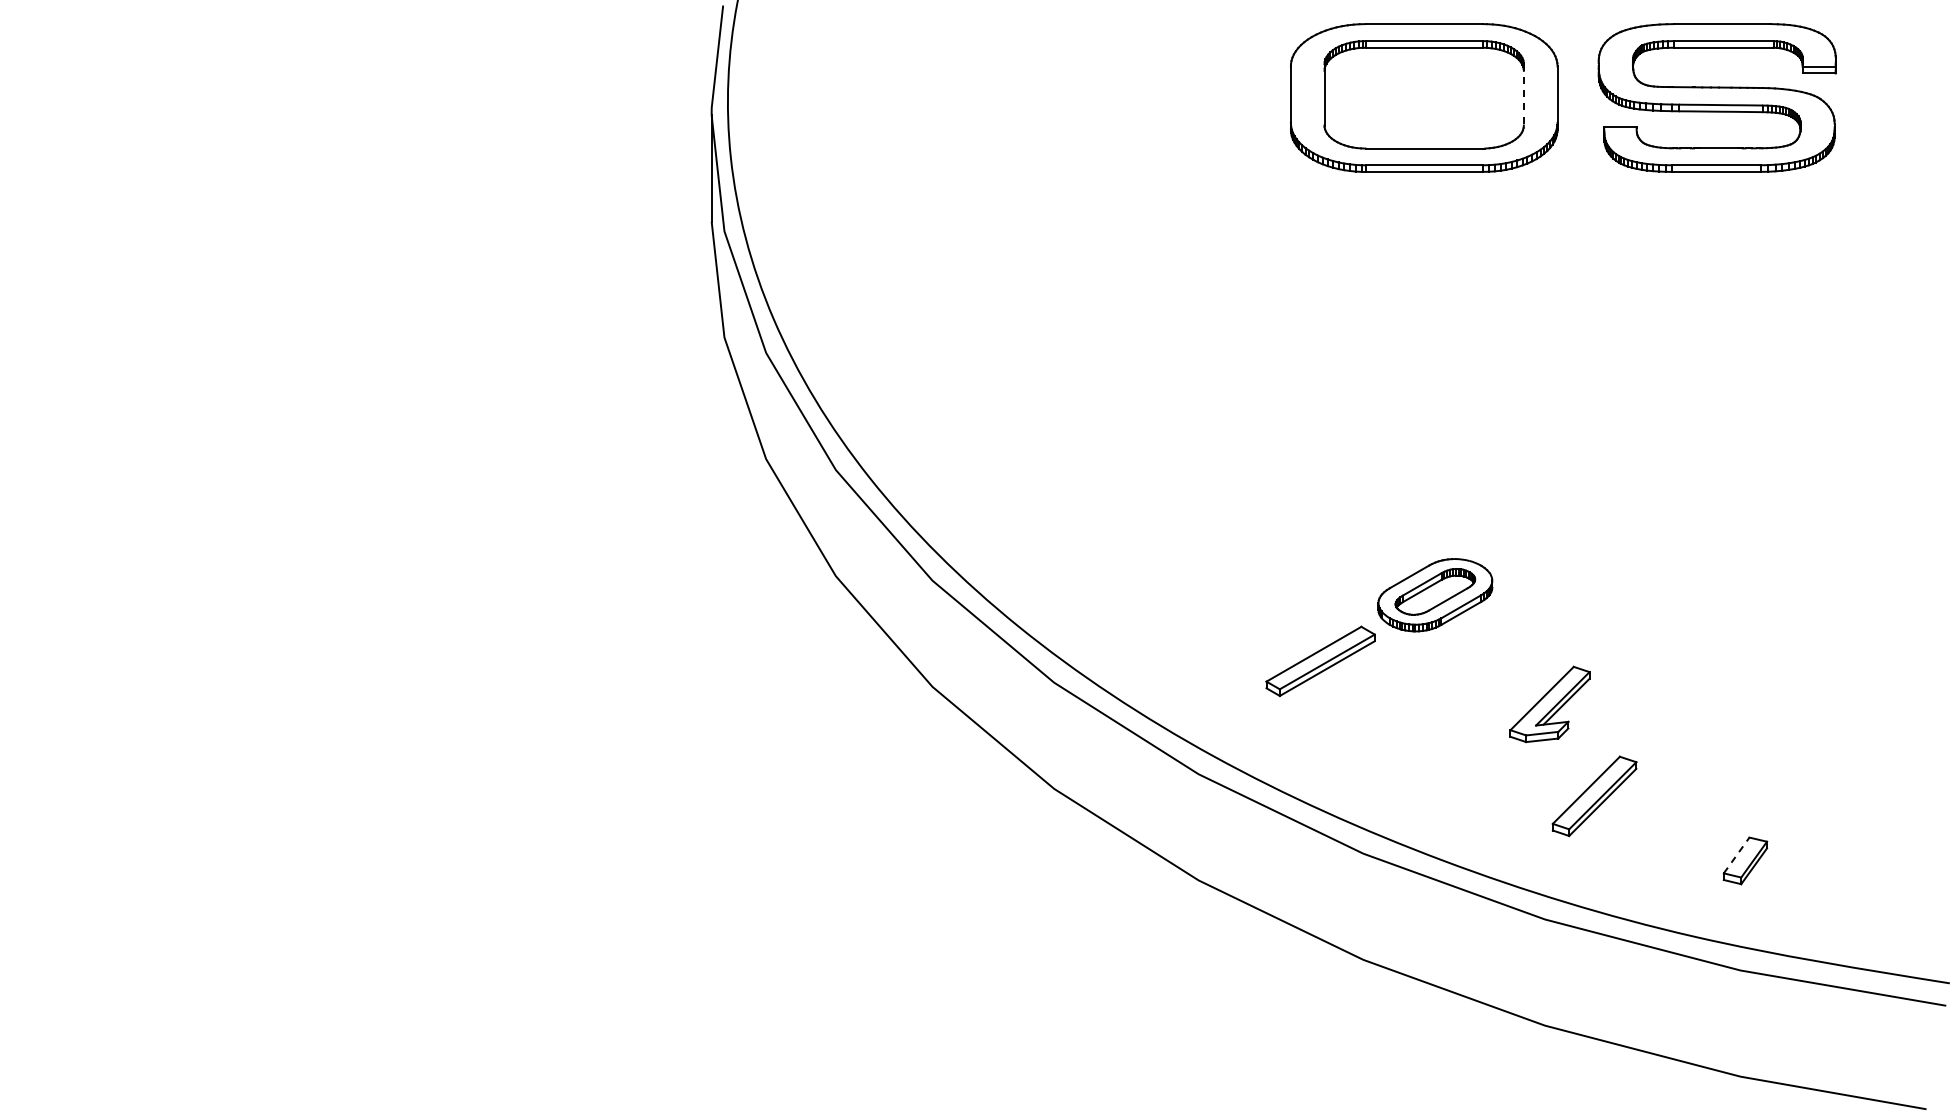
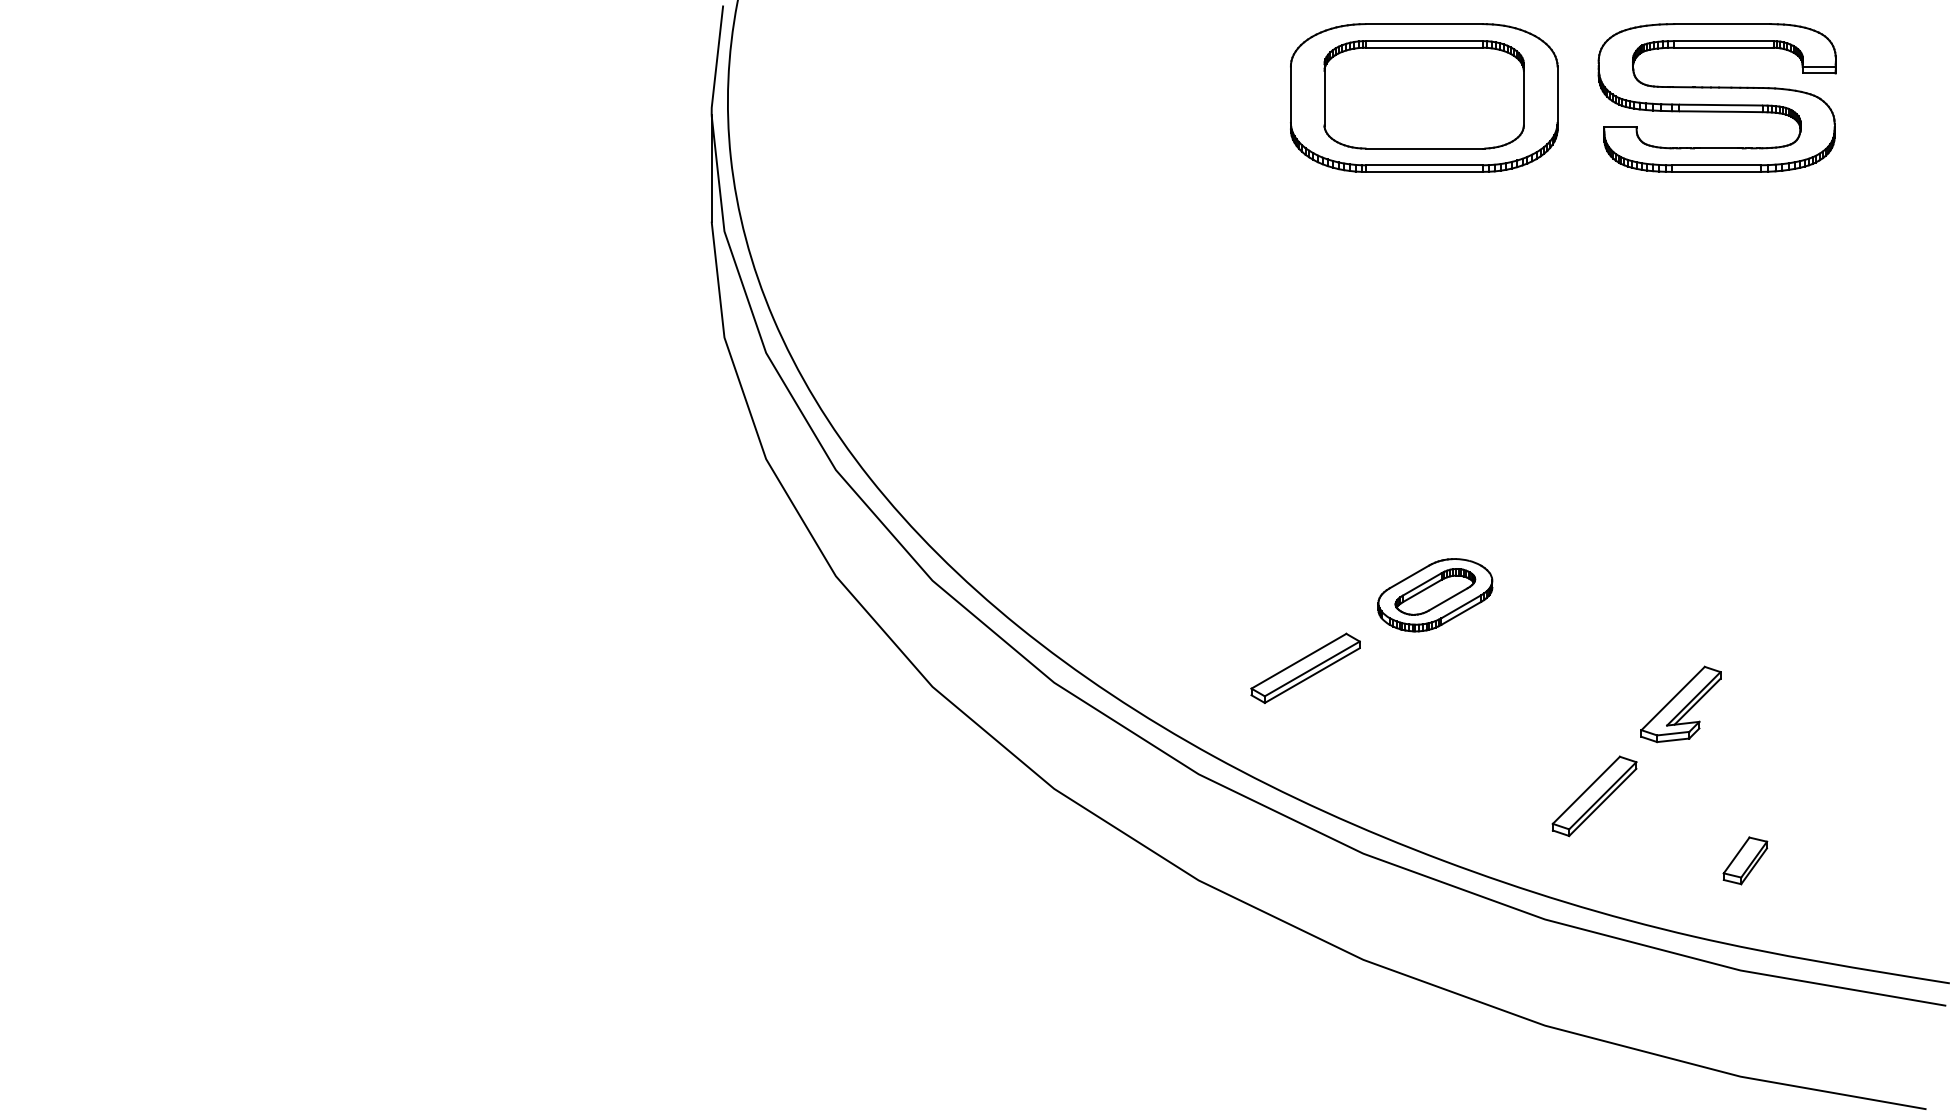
line at (1523, 94): dashed -> solid
part at (1320, 660) position: (1320, 660) -> (1305, 667)
part at (1549, 704) position: (1549, 704) -> (1680, 704)
line at (1736, 855): dashed -> solid
